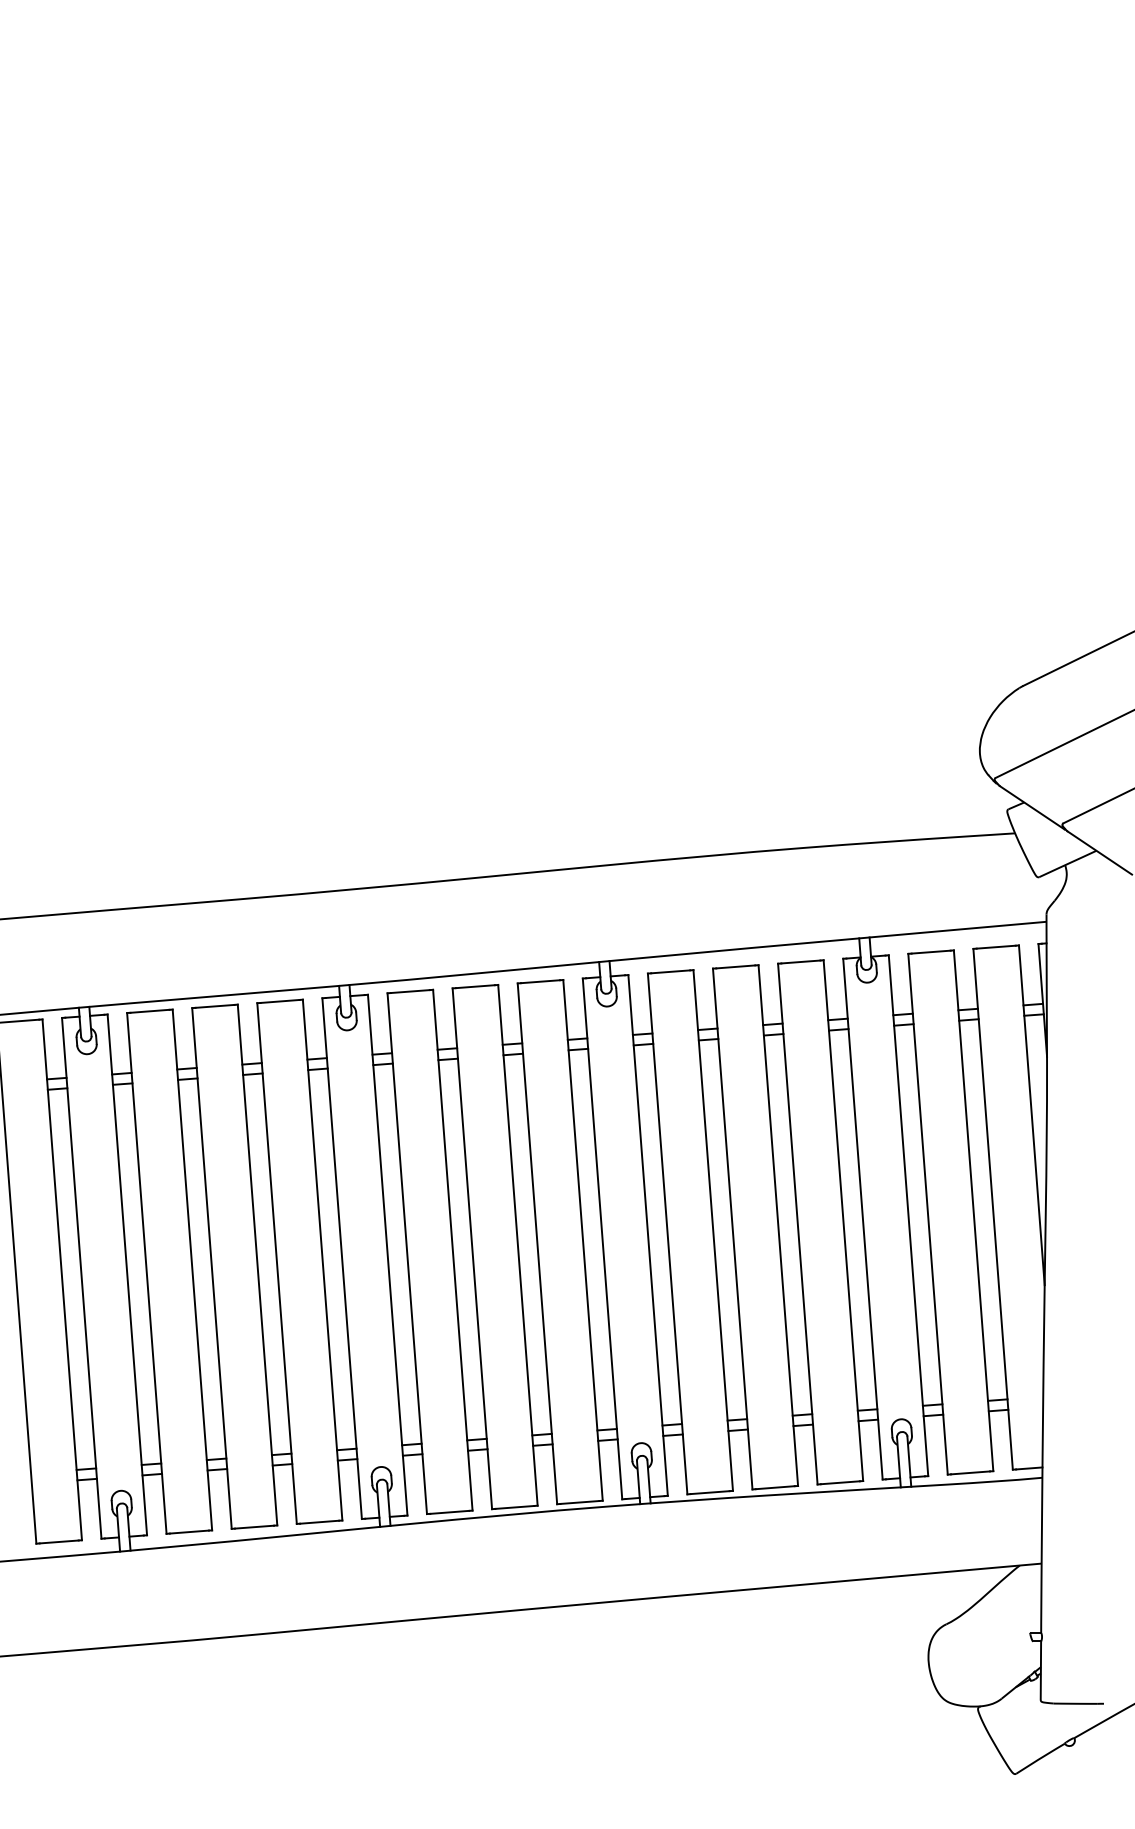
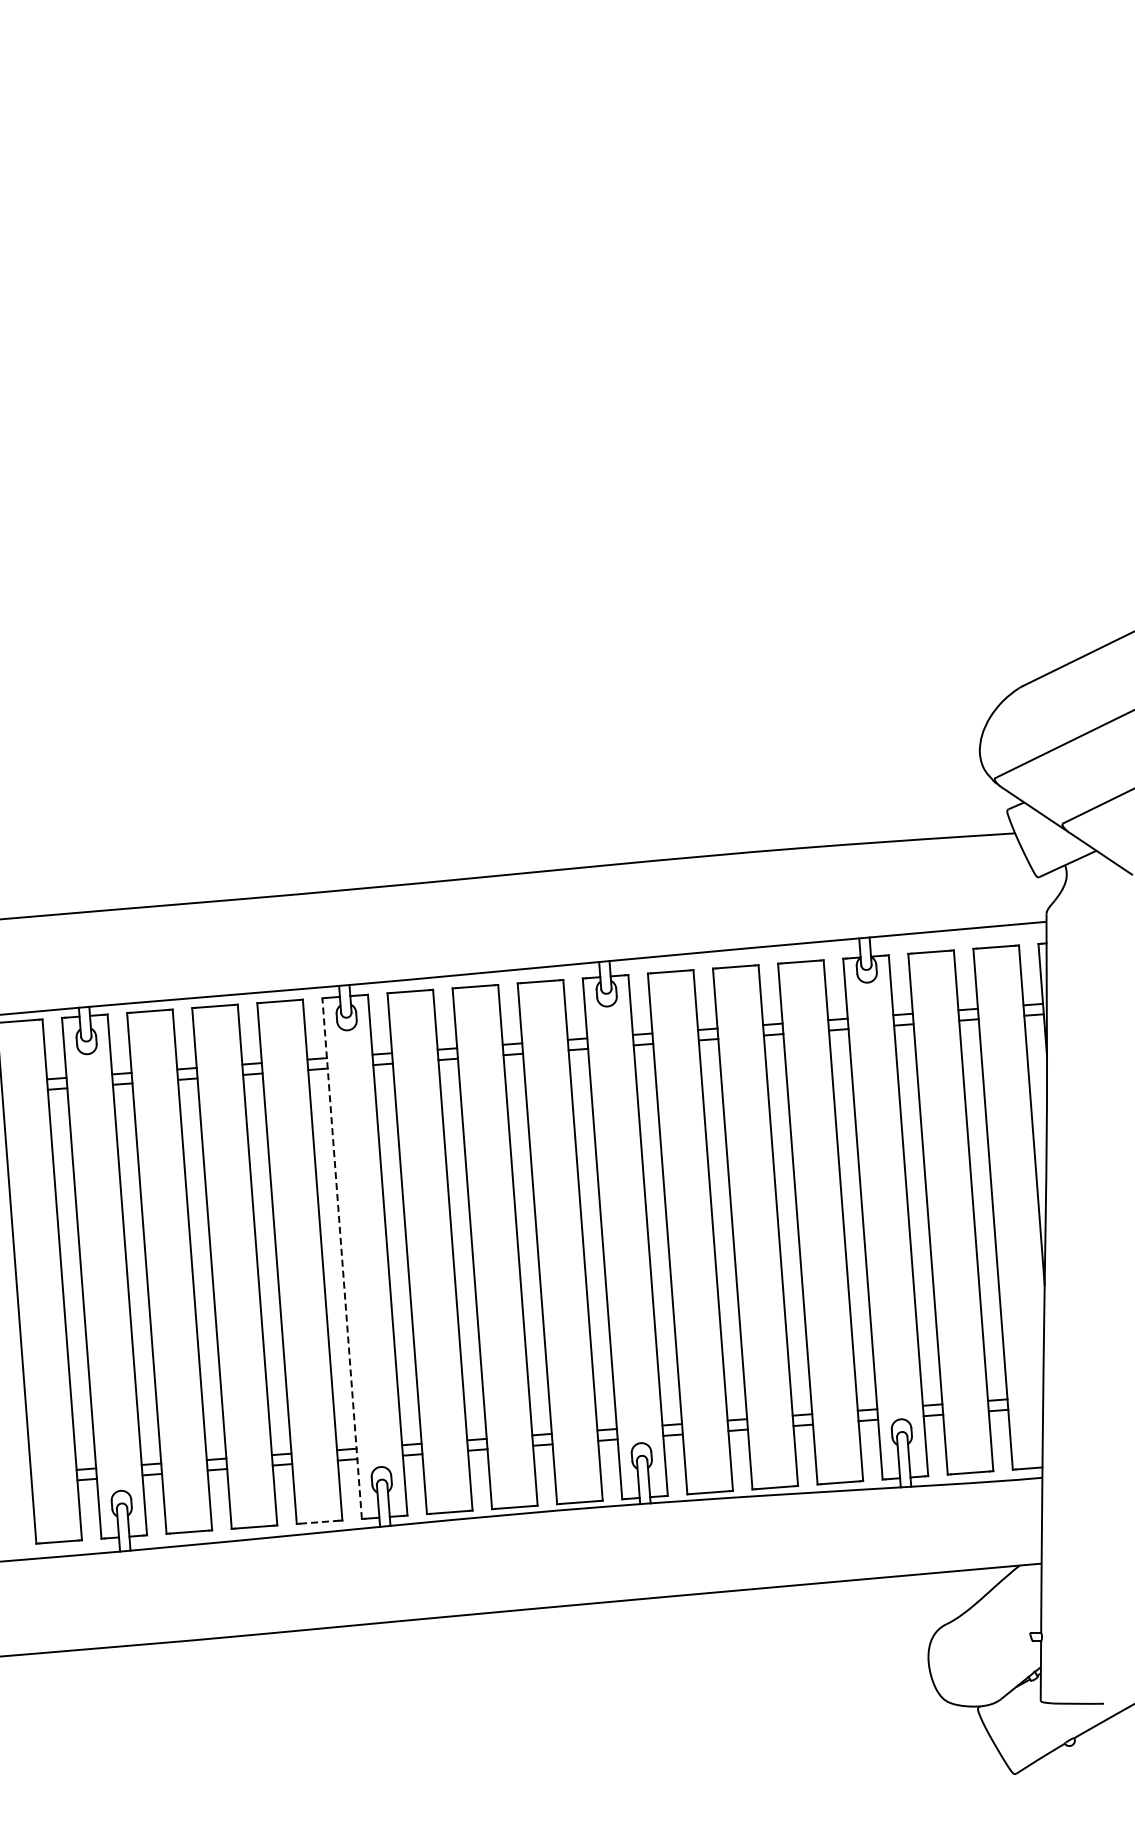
line at (342, 1258): solid -> dashed
line at (319, 1522): solid -> dashed
